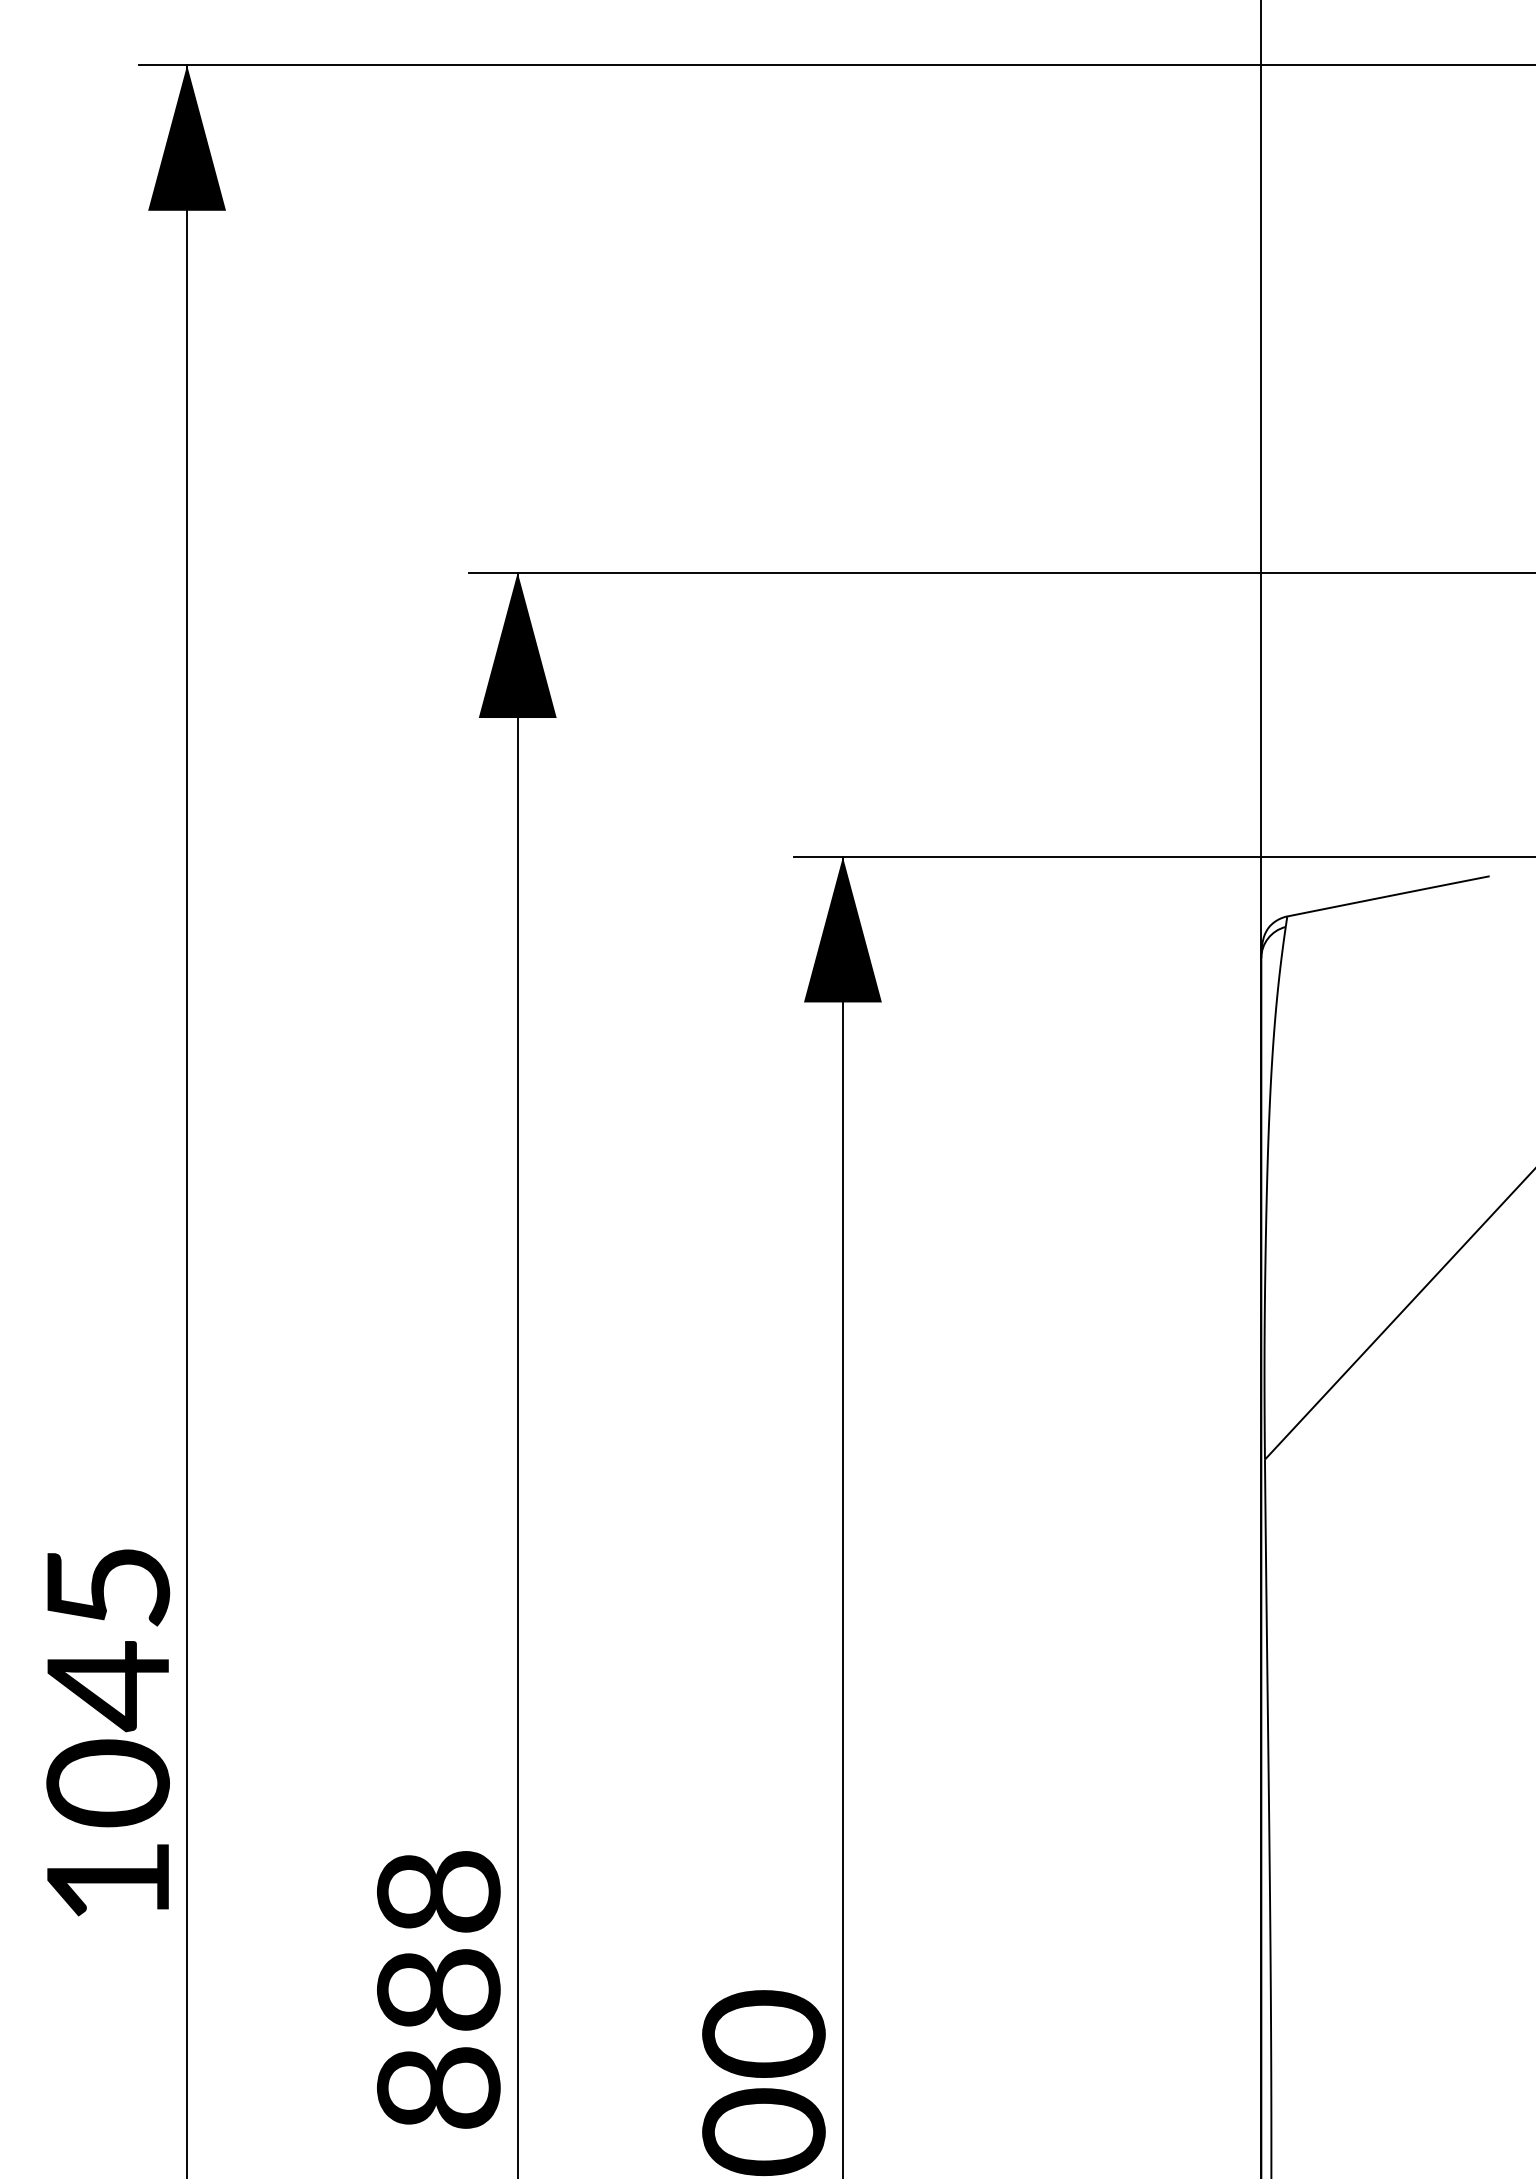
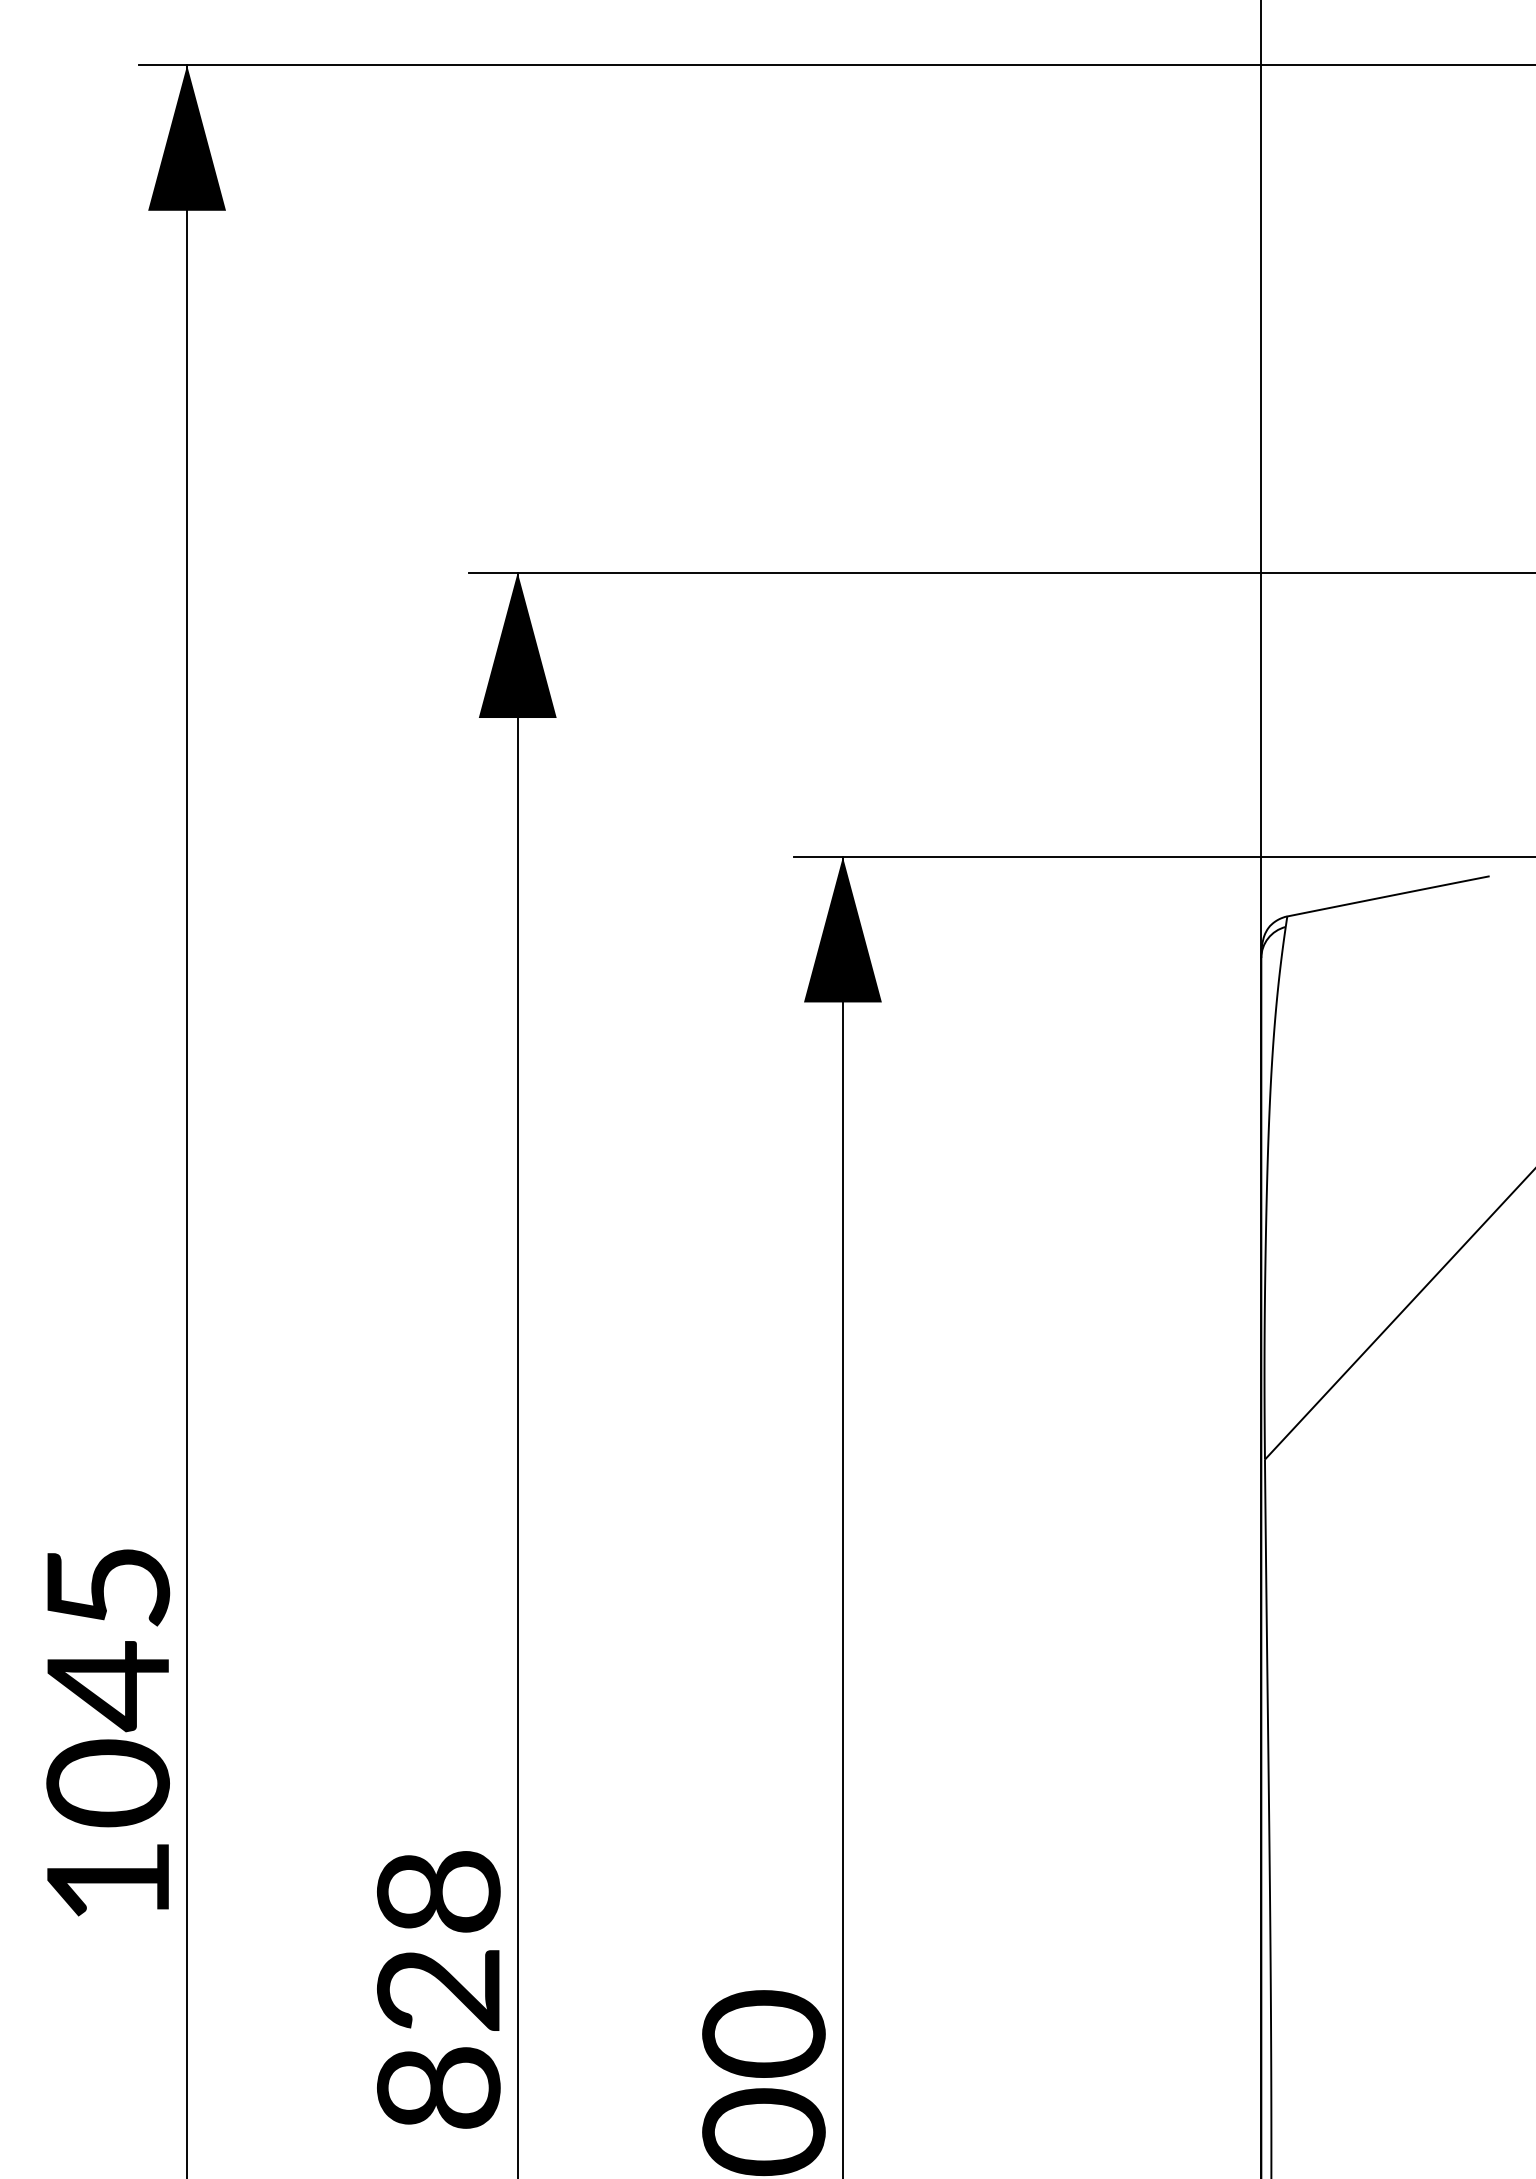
text at (438, 1989): 888 -> 828
